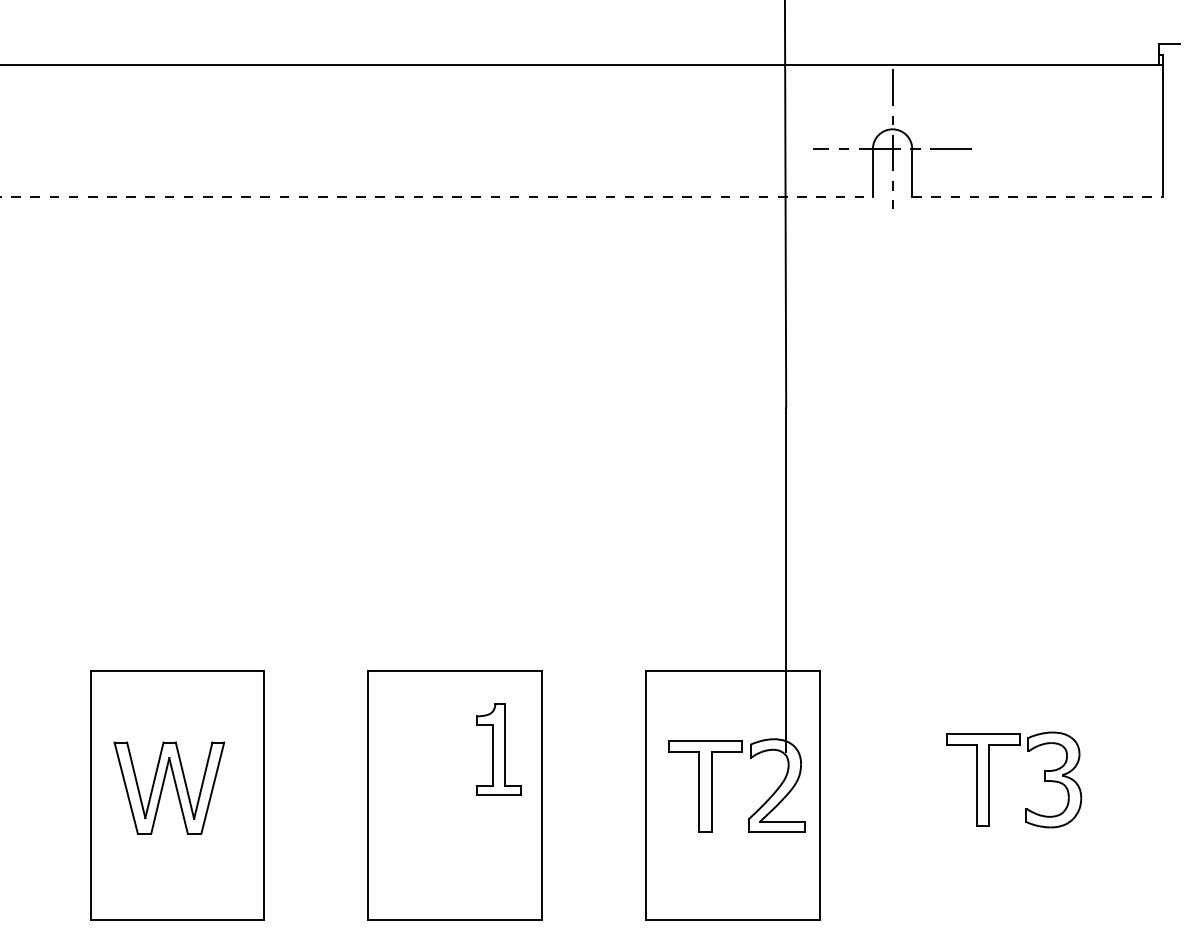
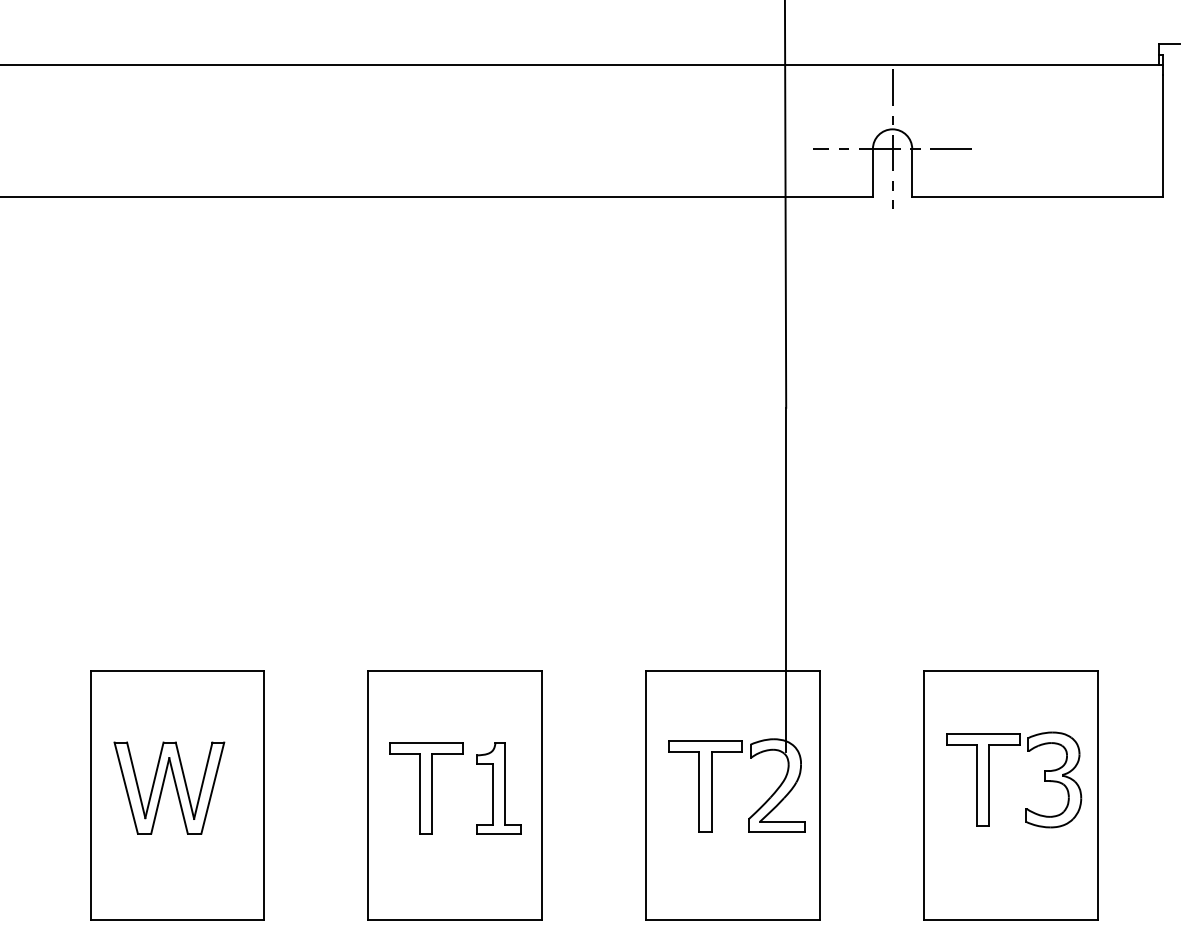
line at (437, 196): dashed -> solid
line at (1037, 196): dashed -> solid
part at (498, 749) position: (498, 749) -> (498, 788)
part at (426, 788): none -> present
part at (1010, 795): none -> present
